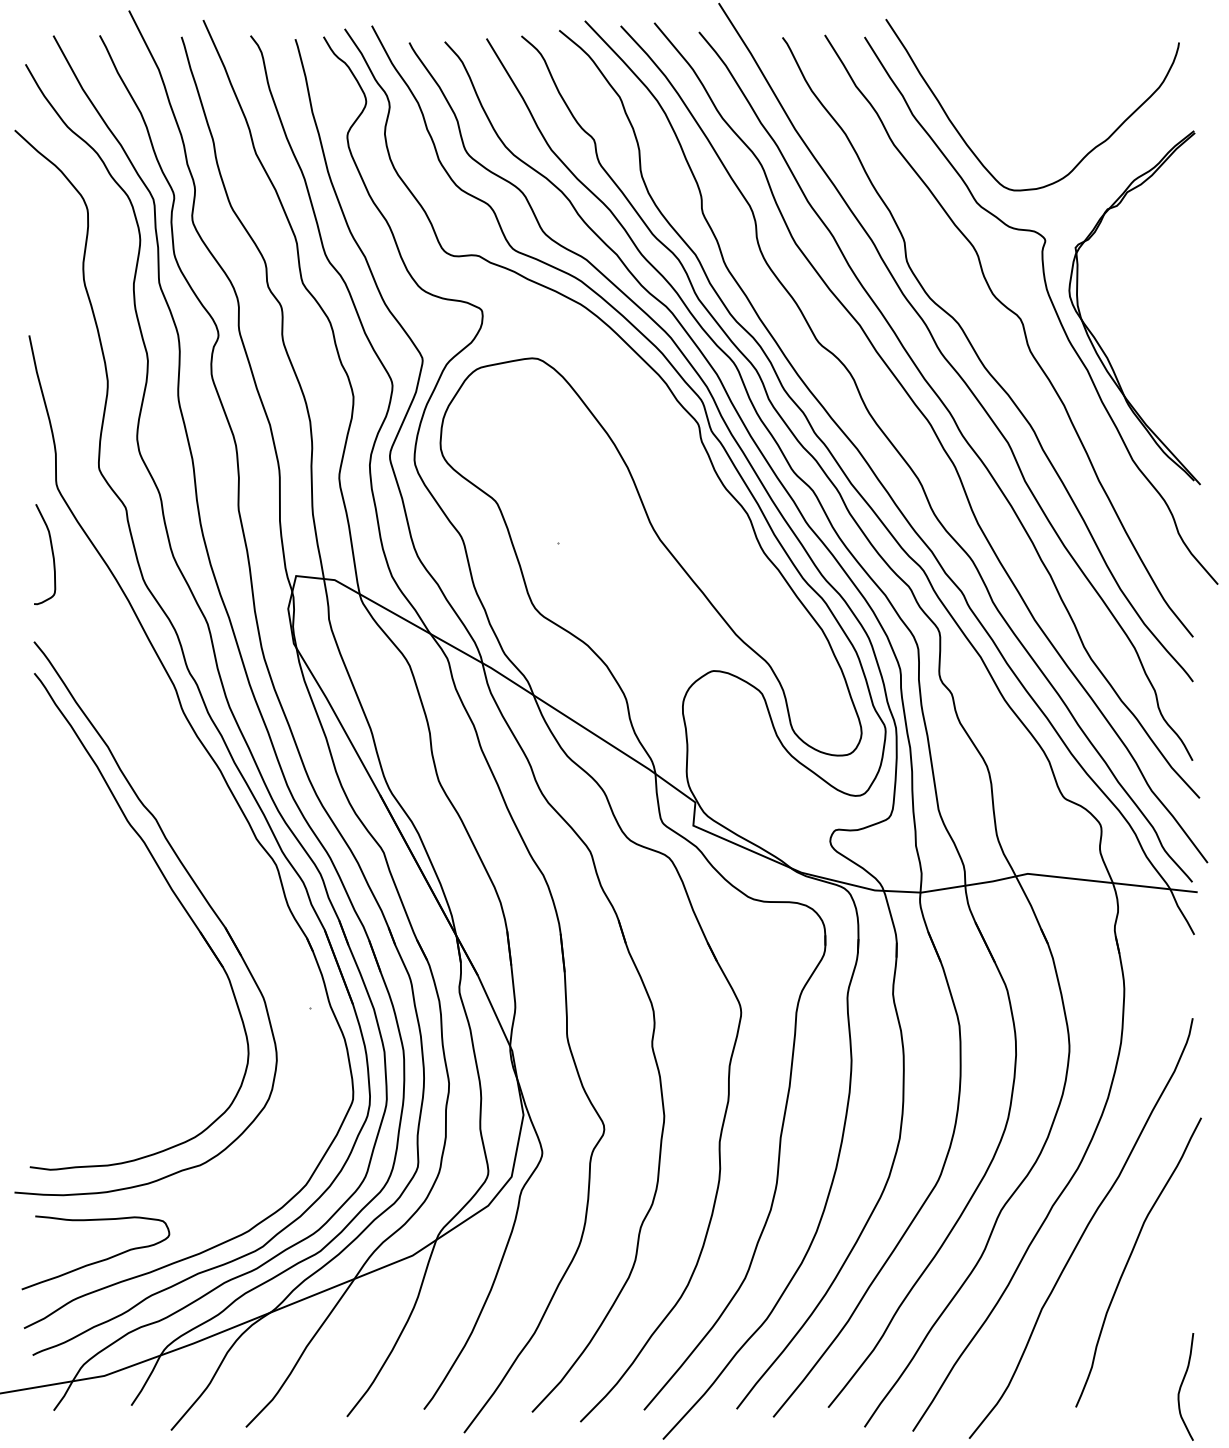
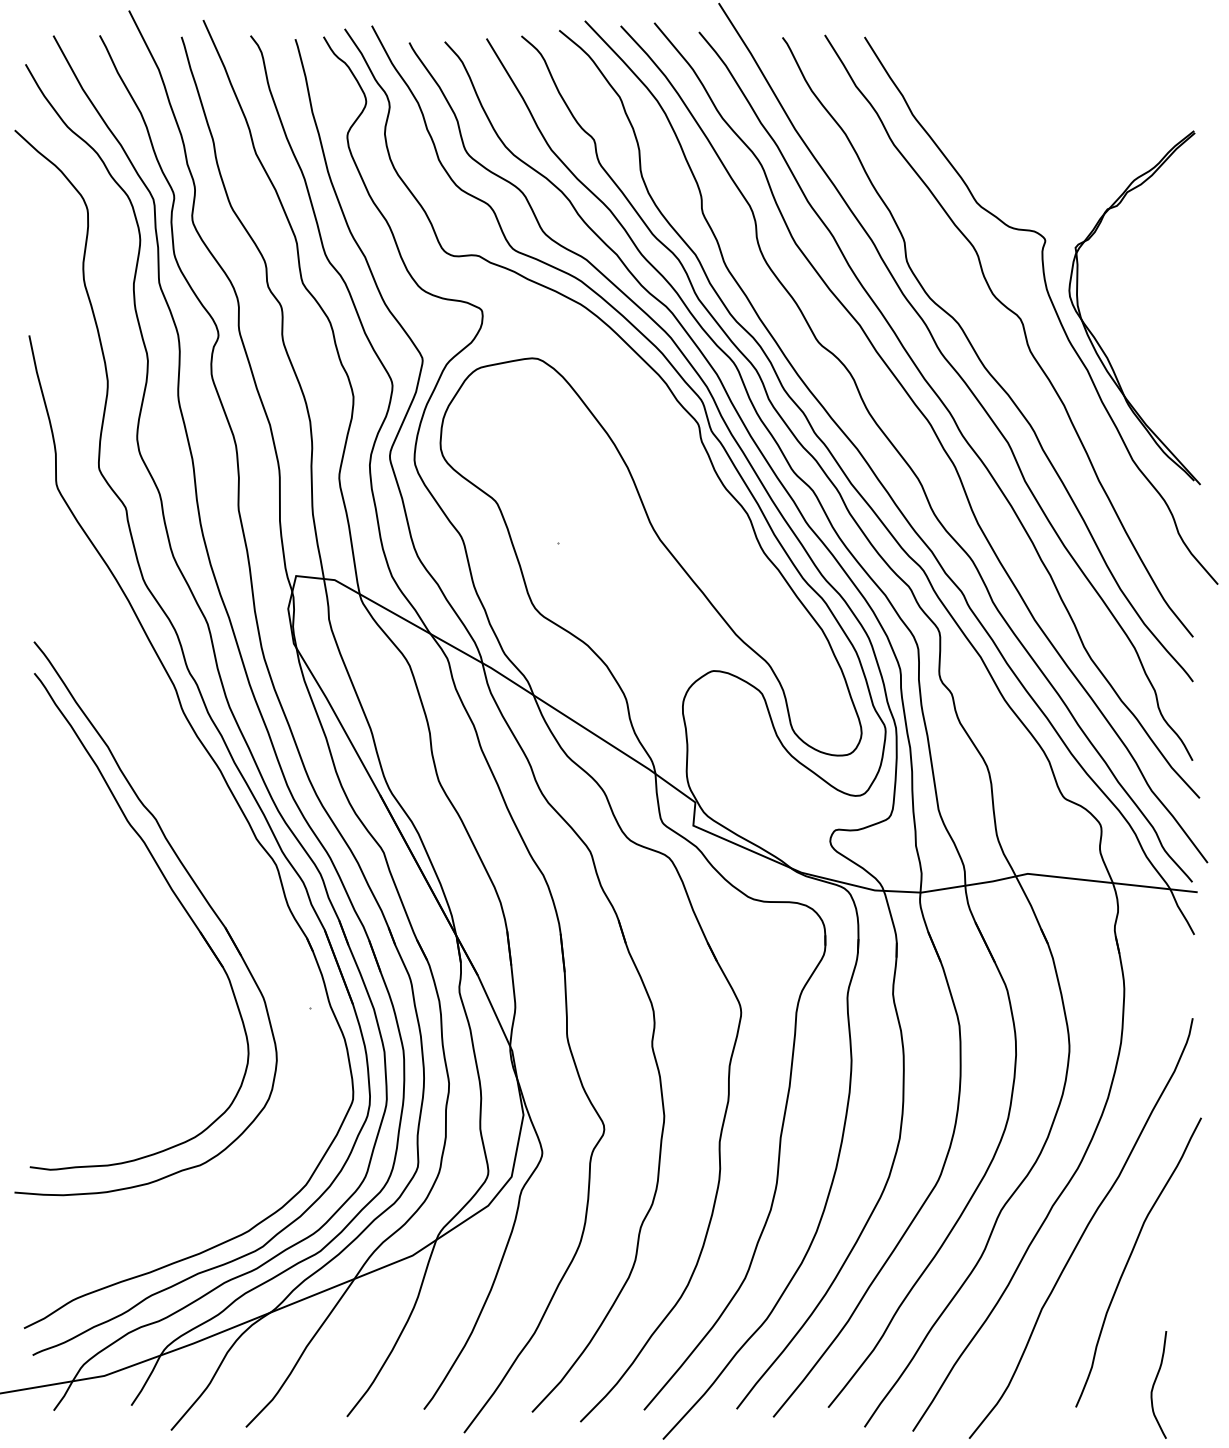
curve at (1084, 156): present -> none
curve at (51, 552): present -> none
curve at (99, 1260): present -> none
curve at (1182, 1385) position: (1182, 1385) -> (1155, 1383)
